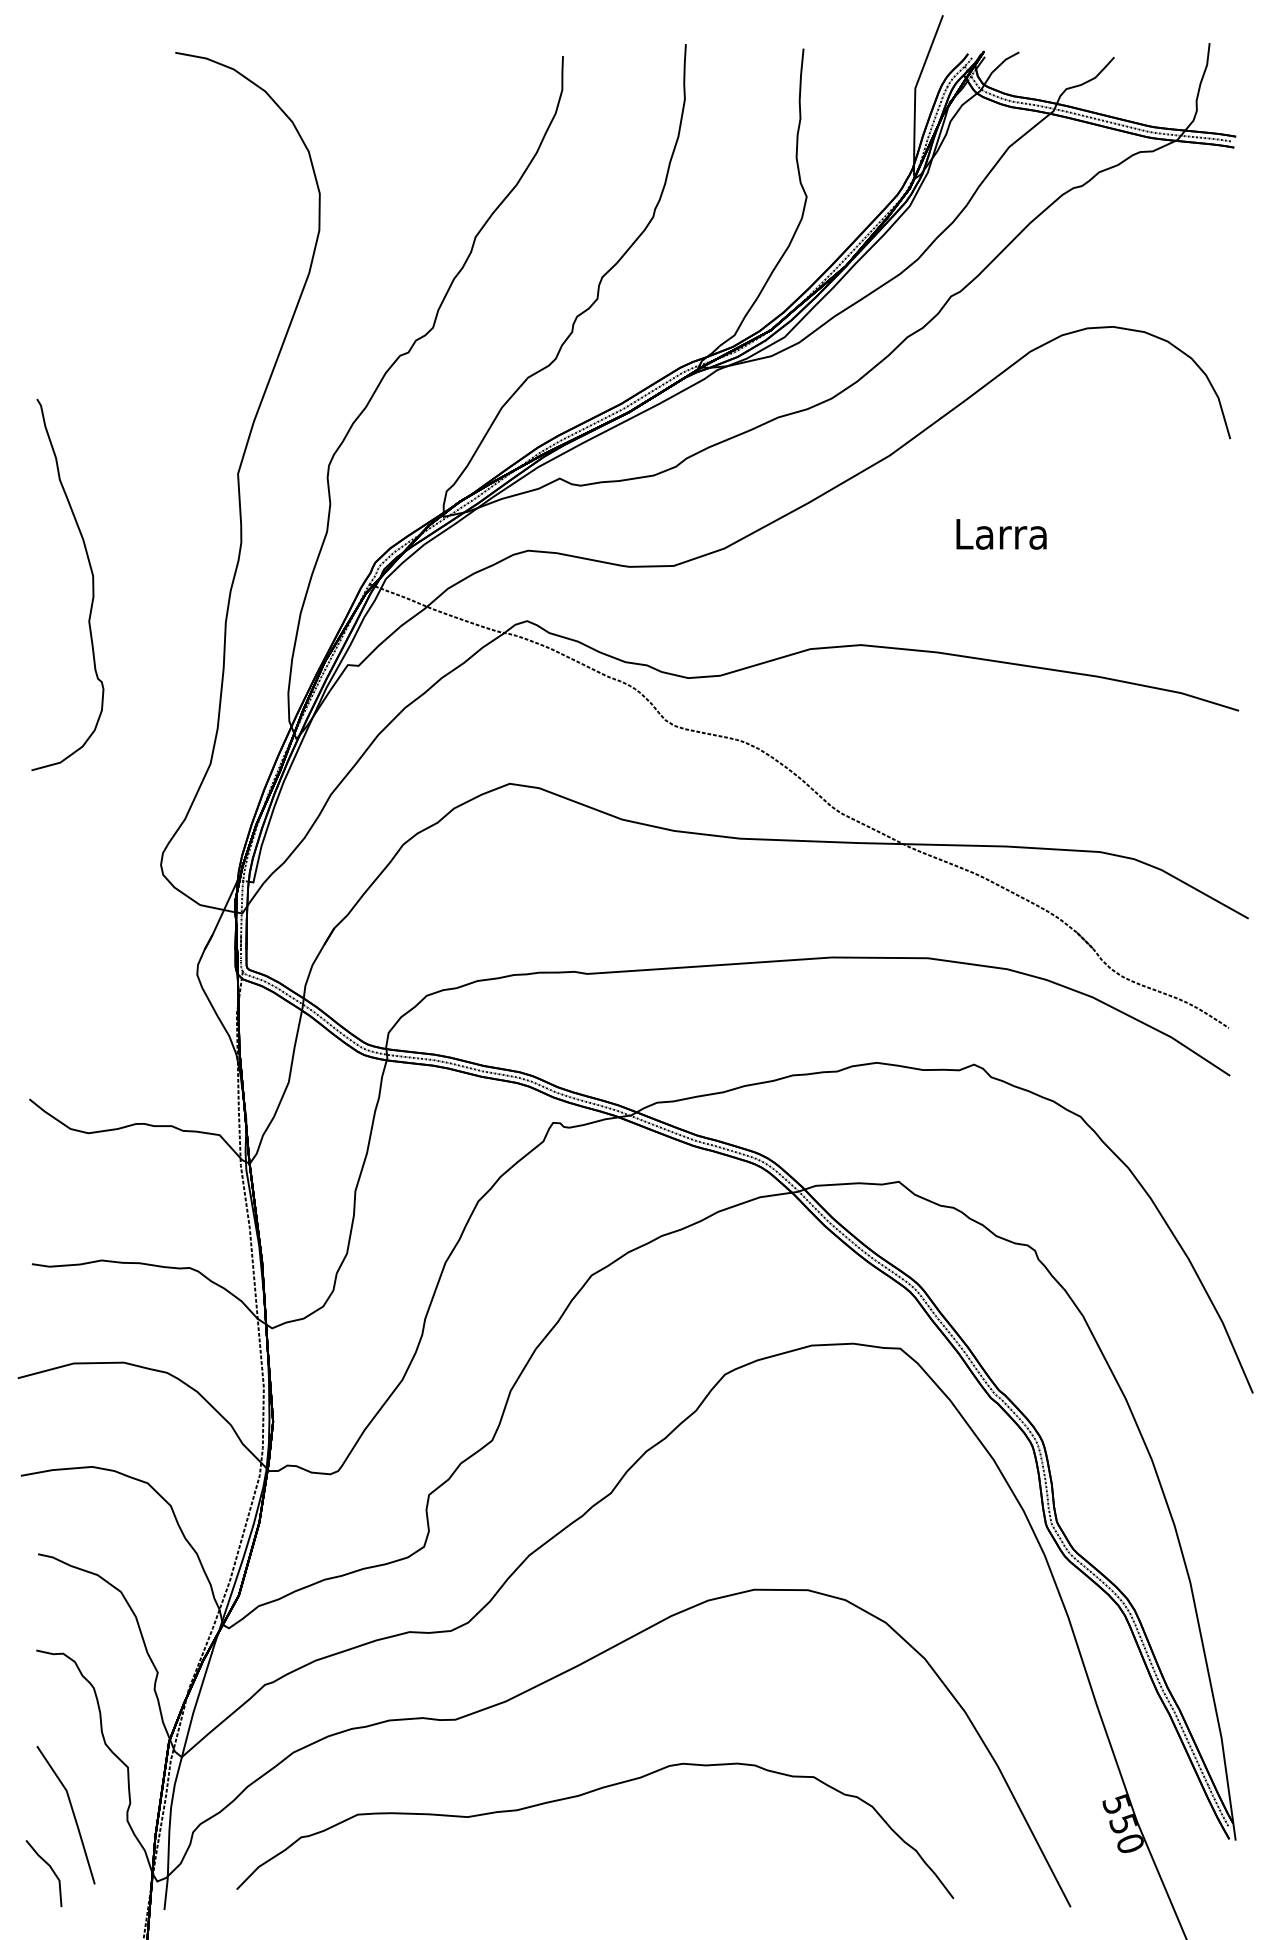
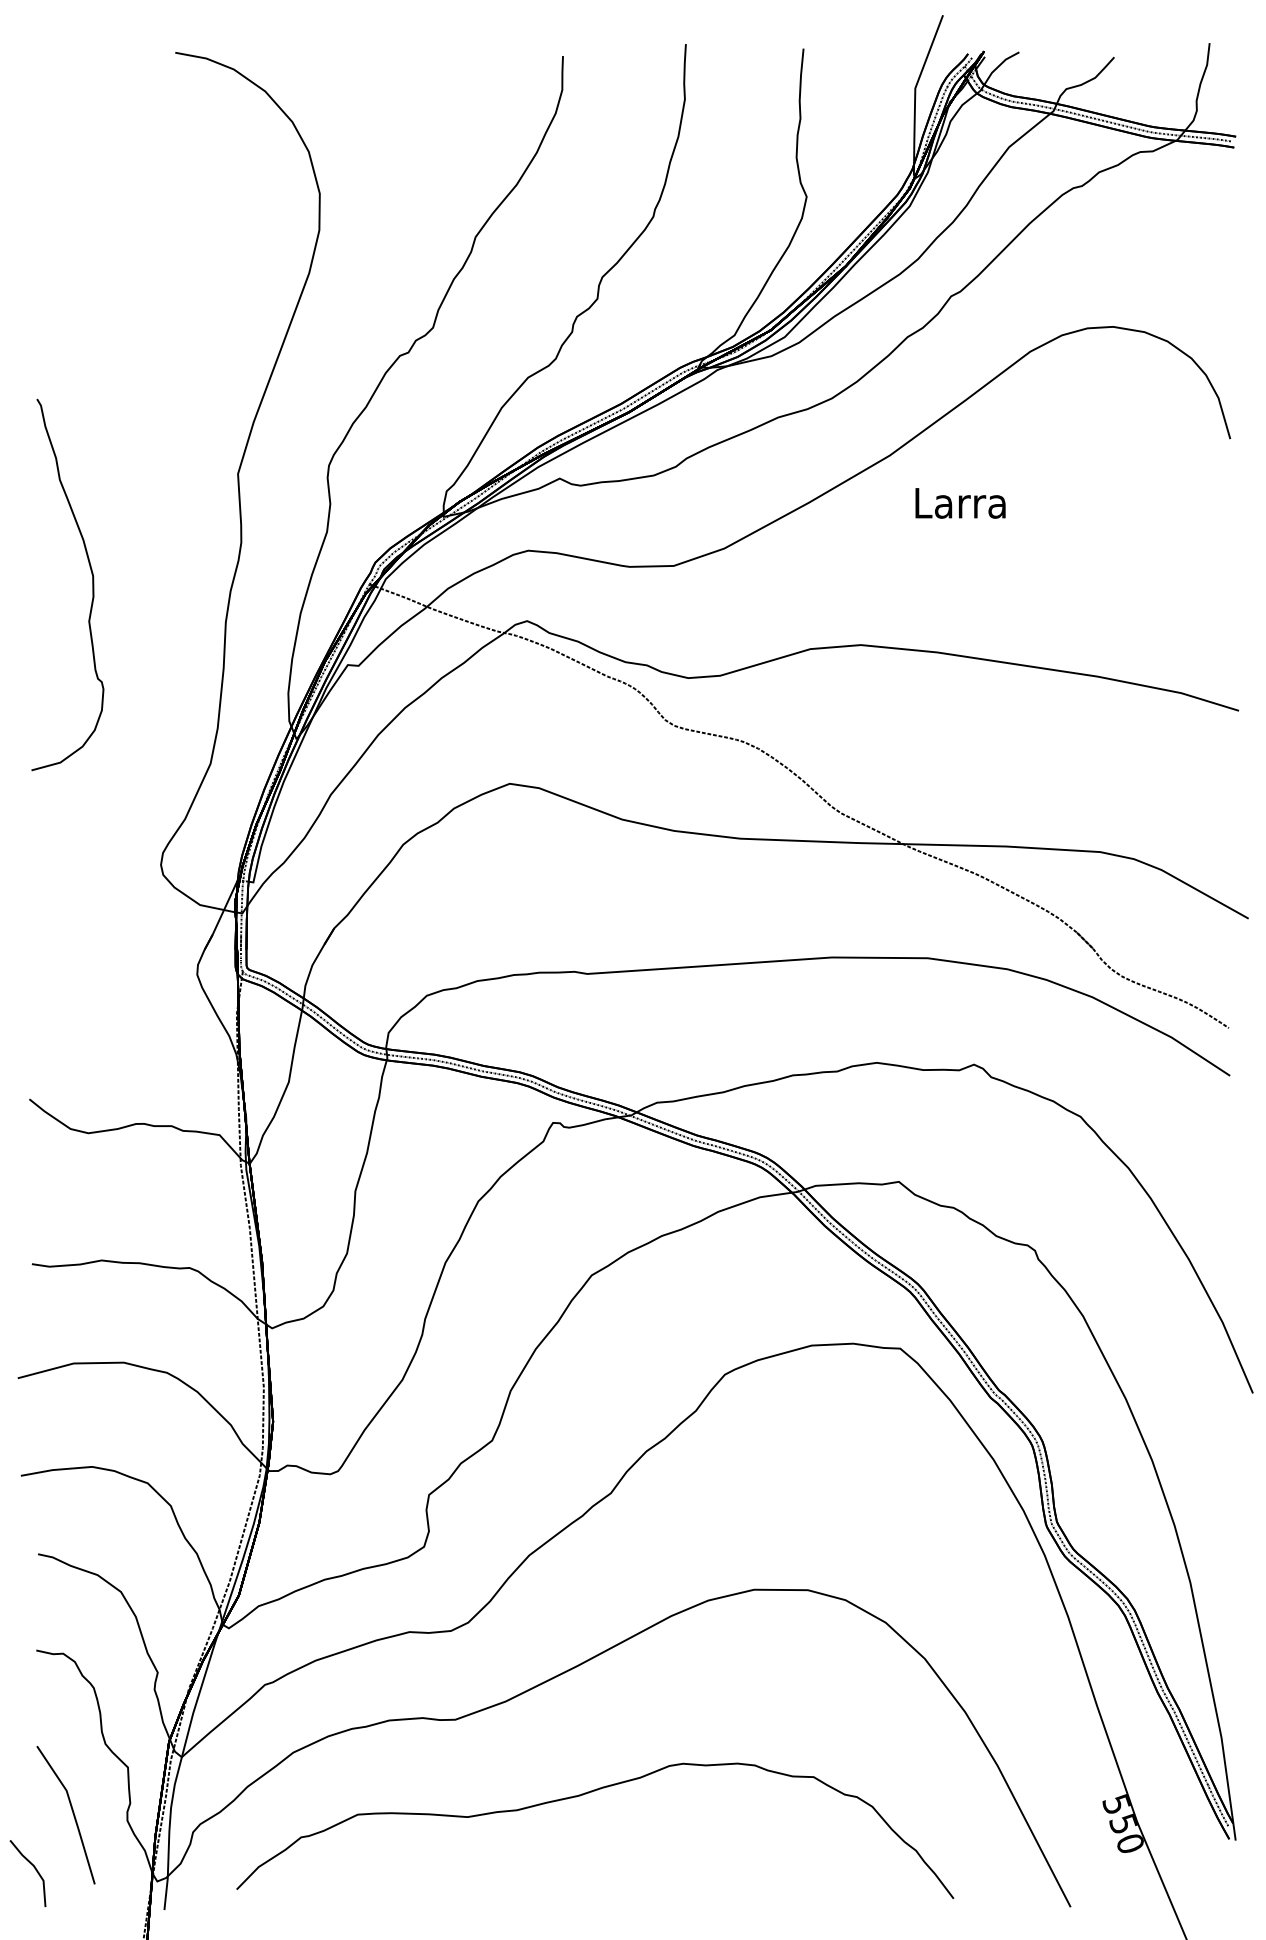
text at (1001, 534) position: (1001, 534) -> (960, 503)
line at (49, 1867) position: (49, 1867) -> (33, 1867)
